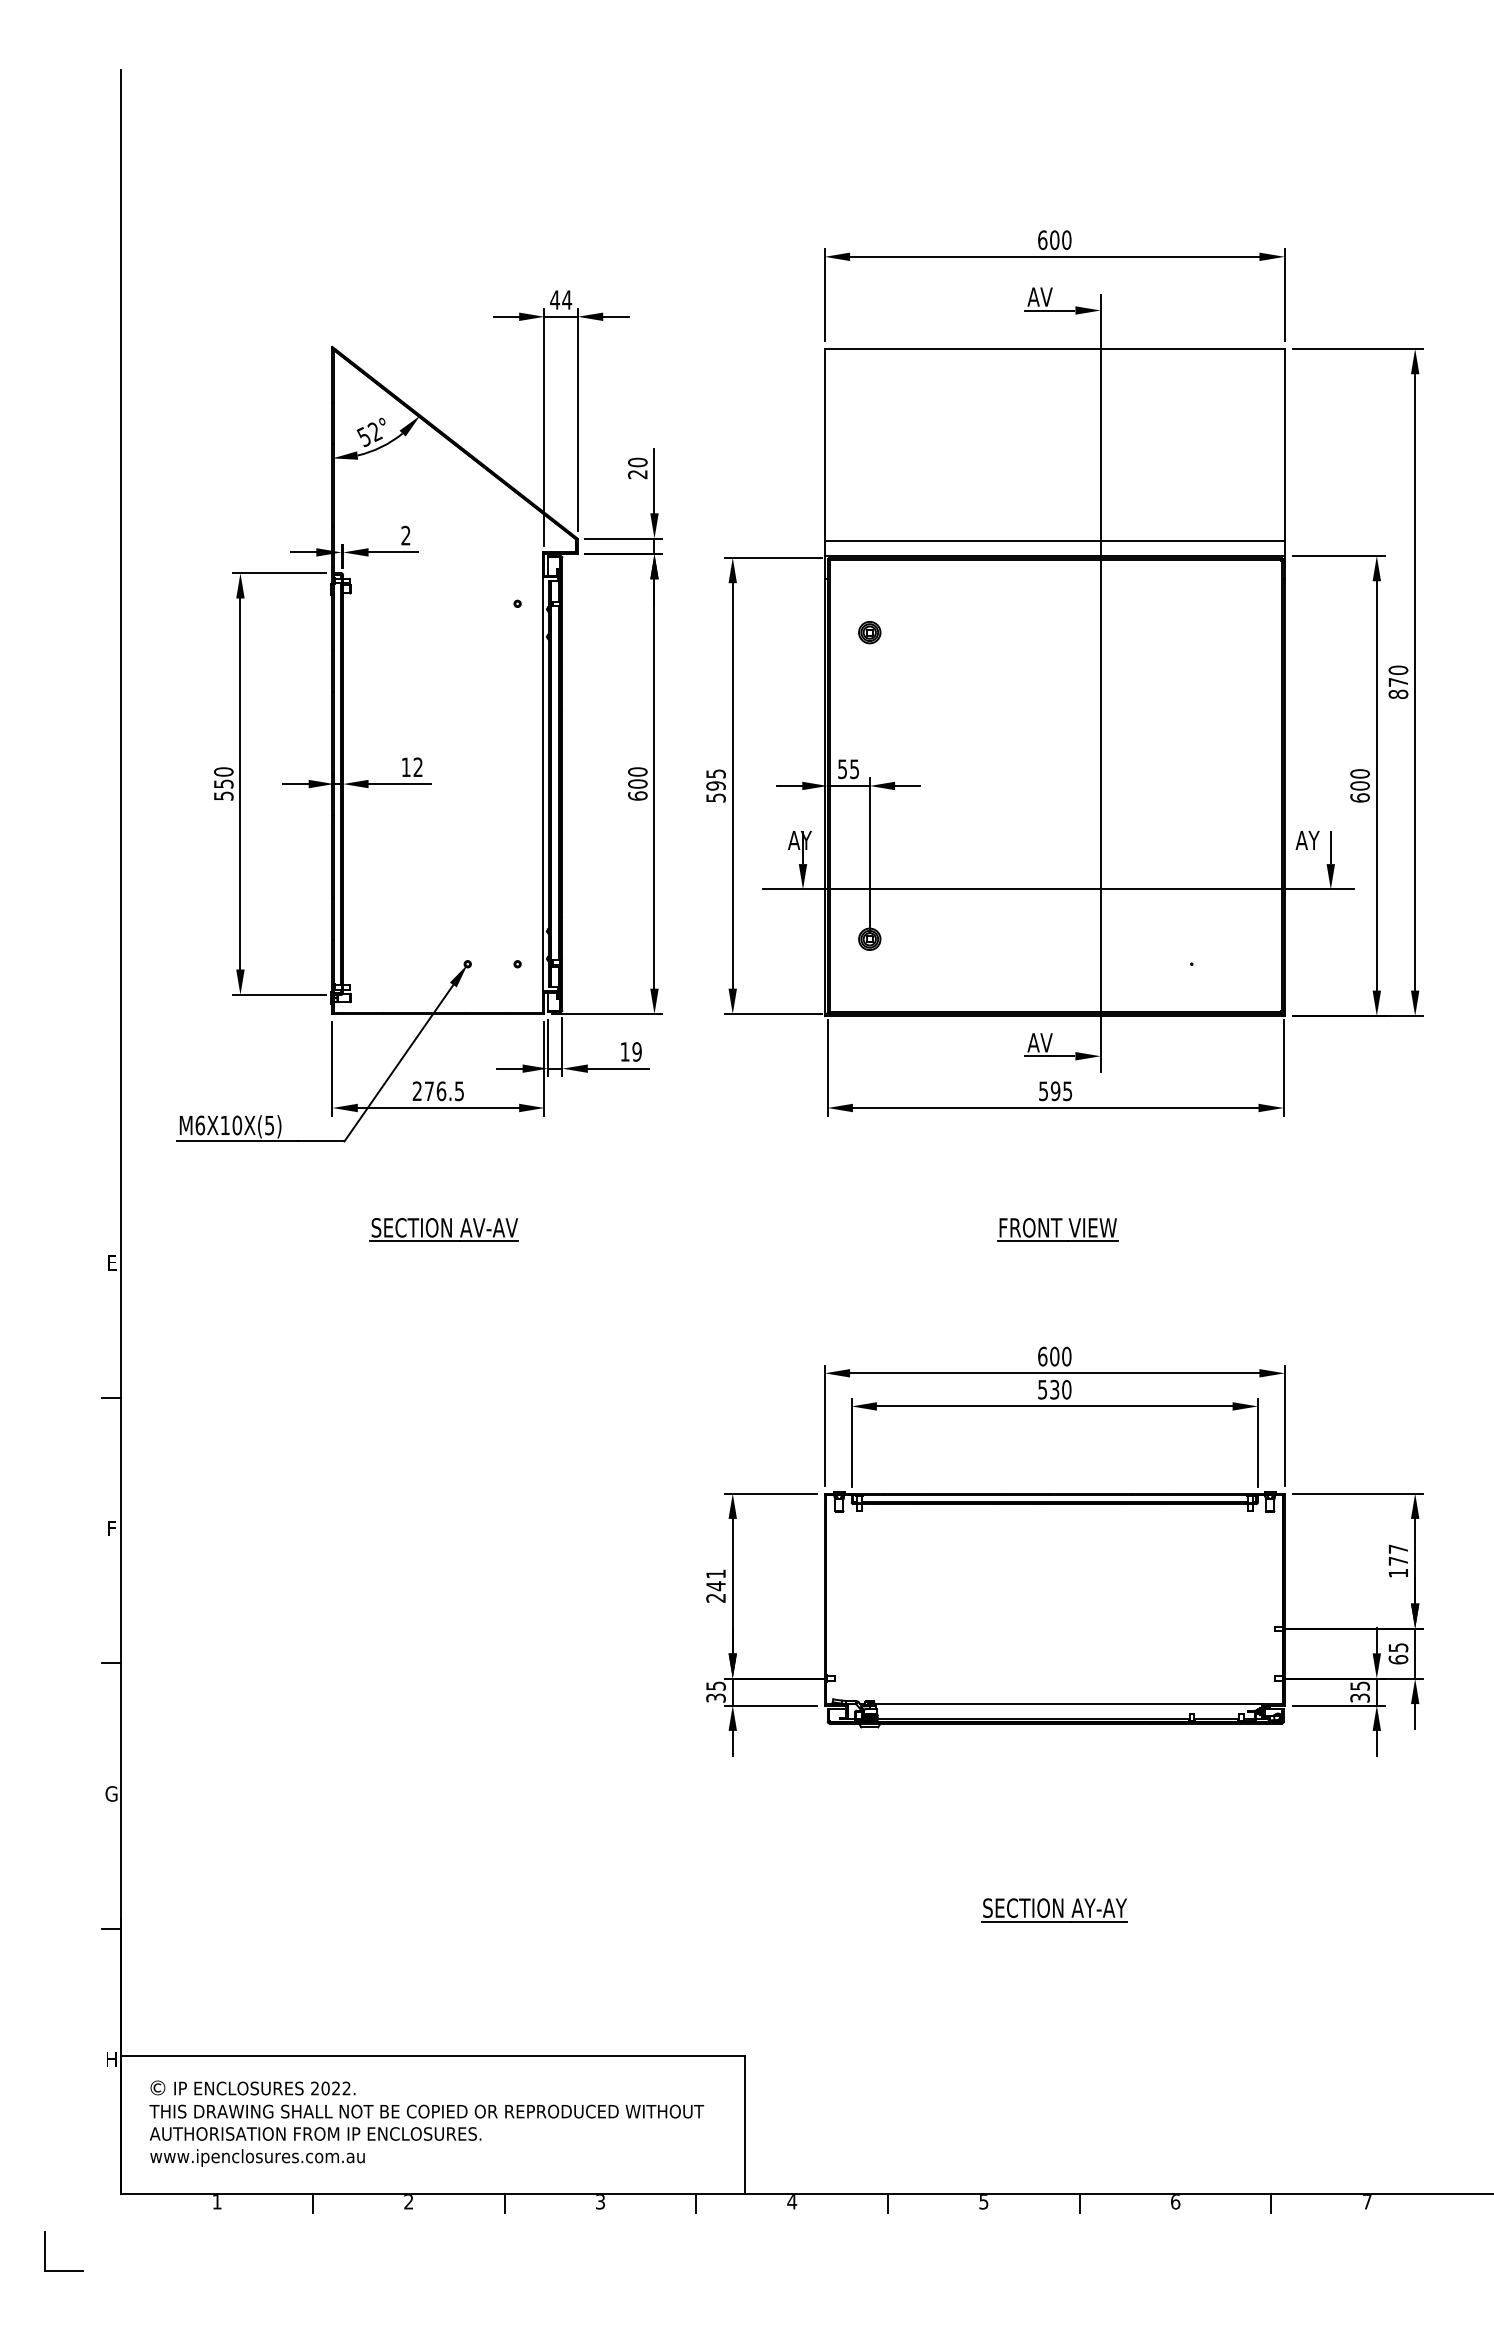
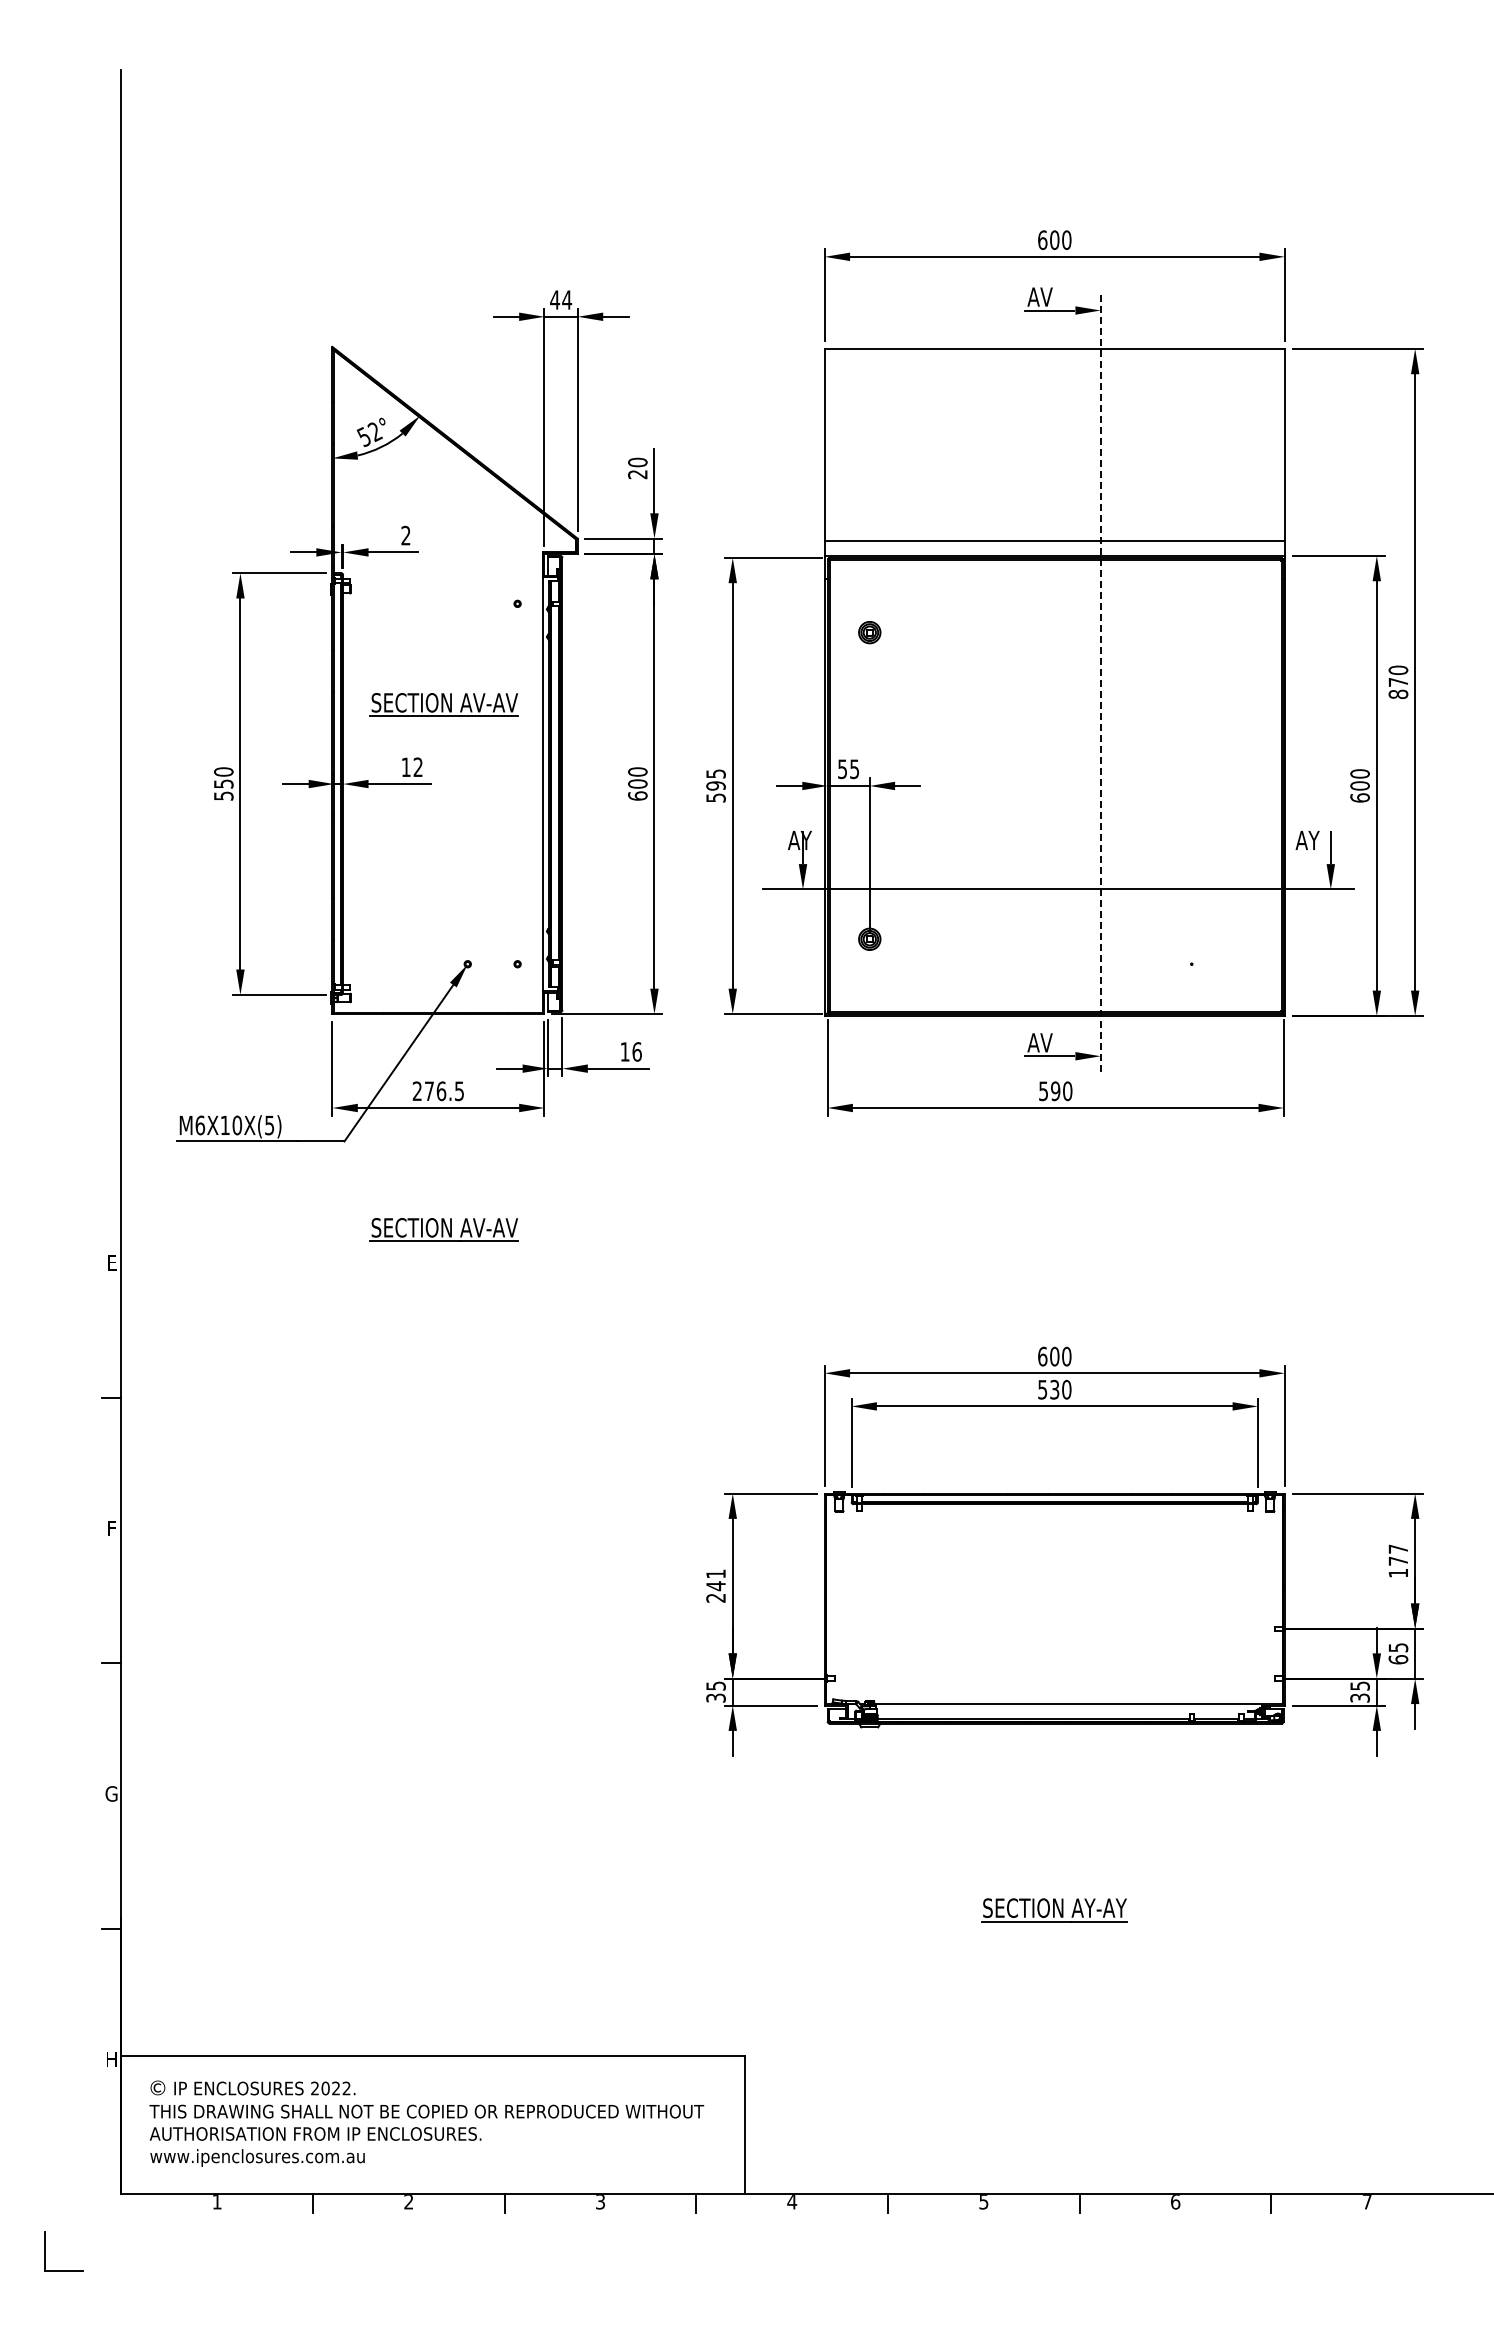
line at (1100, 682): solid -> dashed
part at (443, 704): none -> present
text at (636, 1051): 19 -> 16
text at (1067, 1091): 595 -> 590
part at (1057, 1229): present -> none
